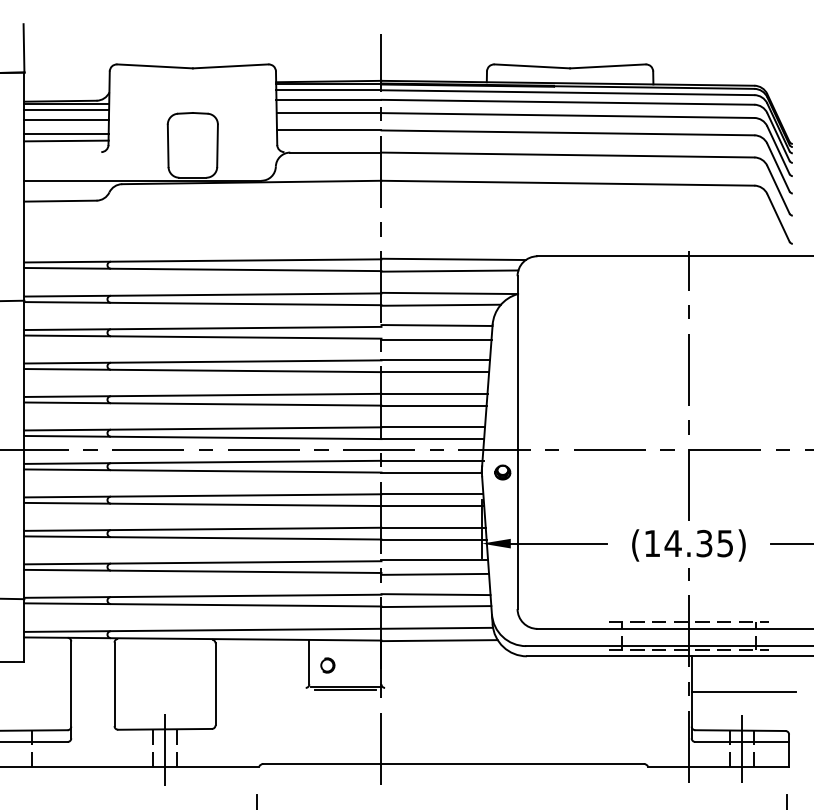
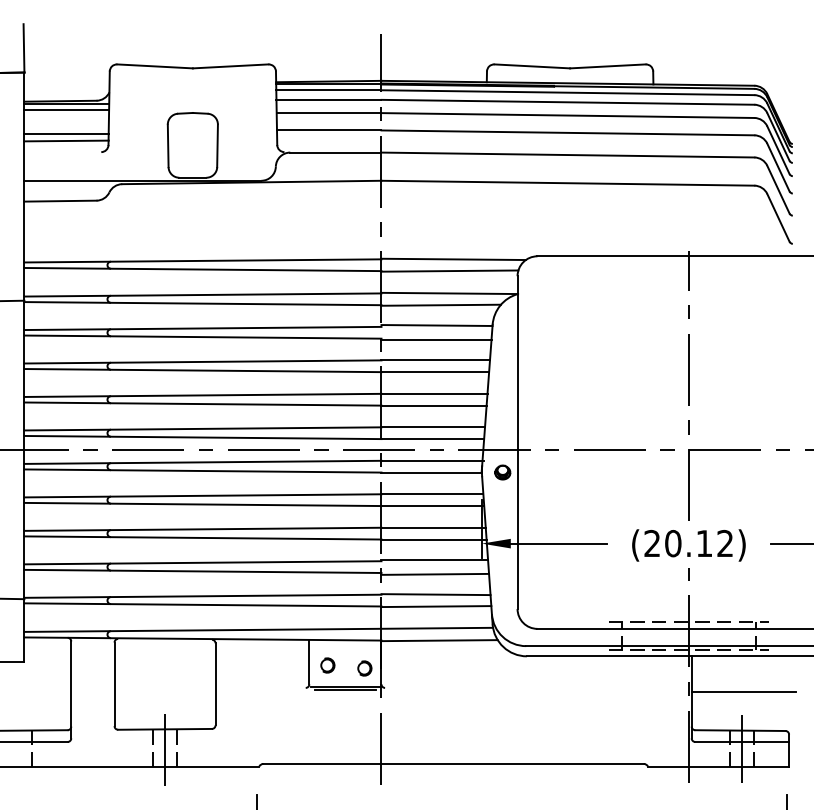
line at (66, 120): present -> none
text at (688, 543): (14.35) -> (20.12)
part at (364, 668): none -> present
